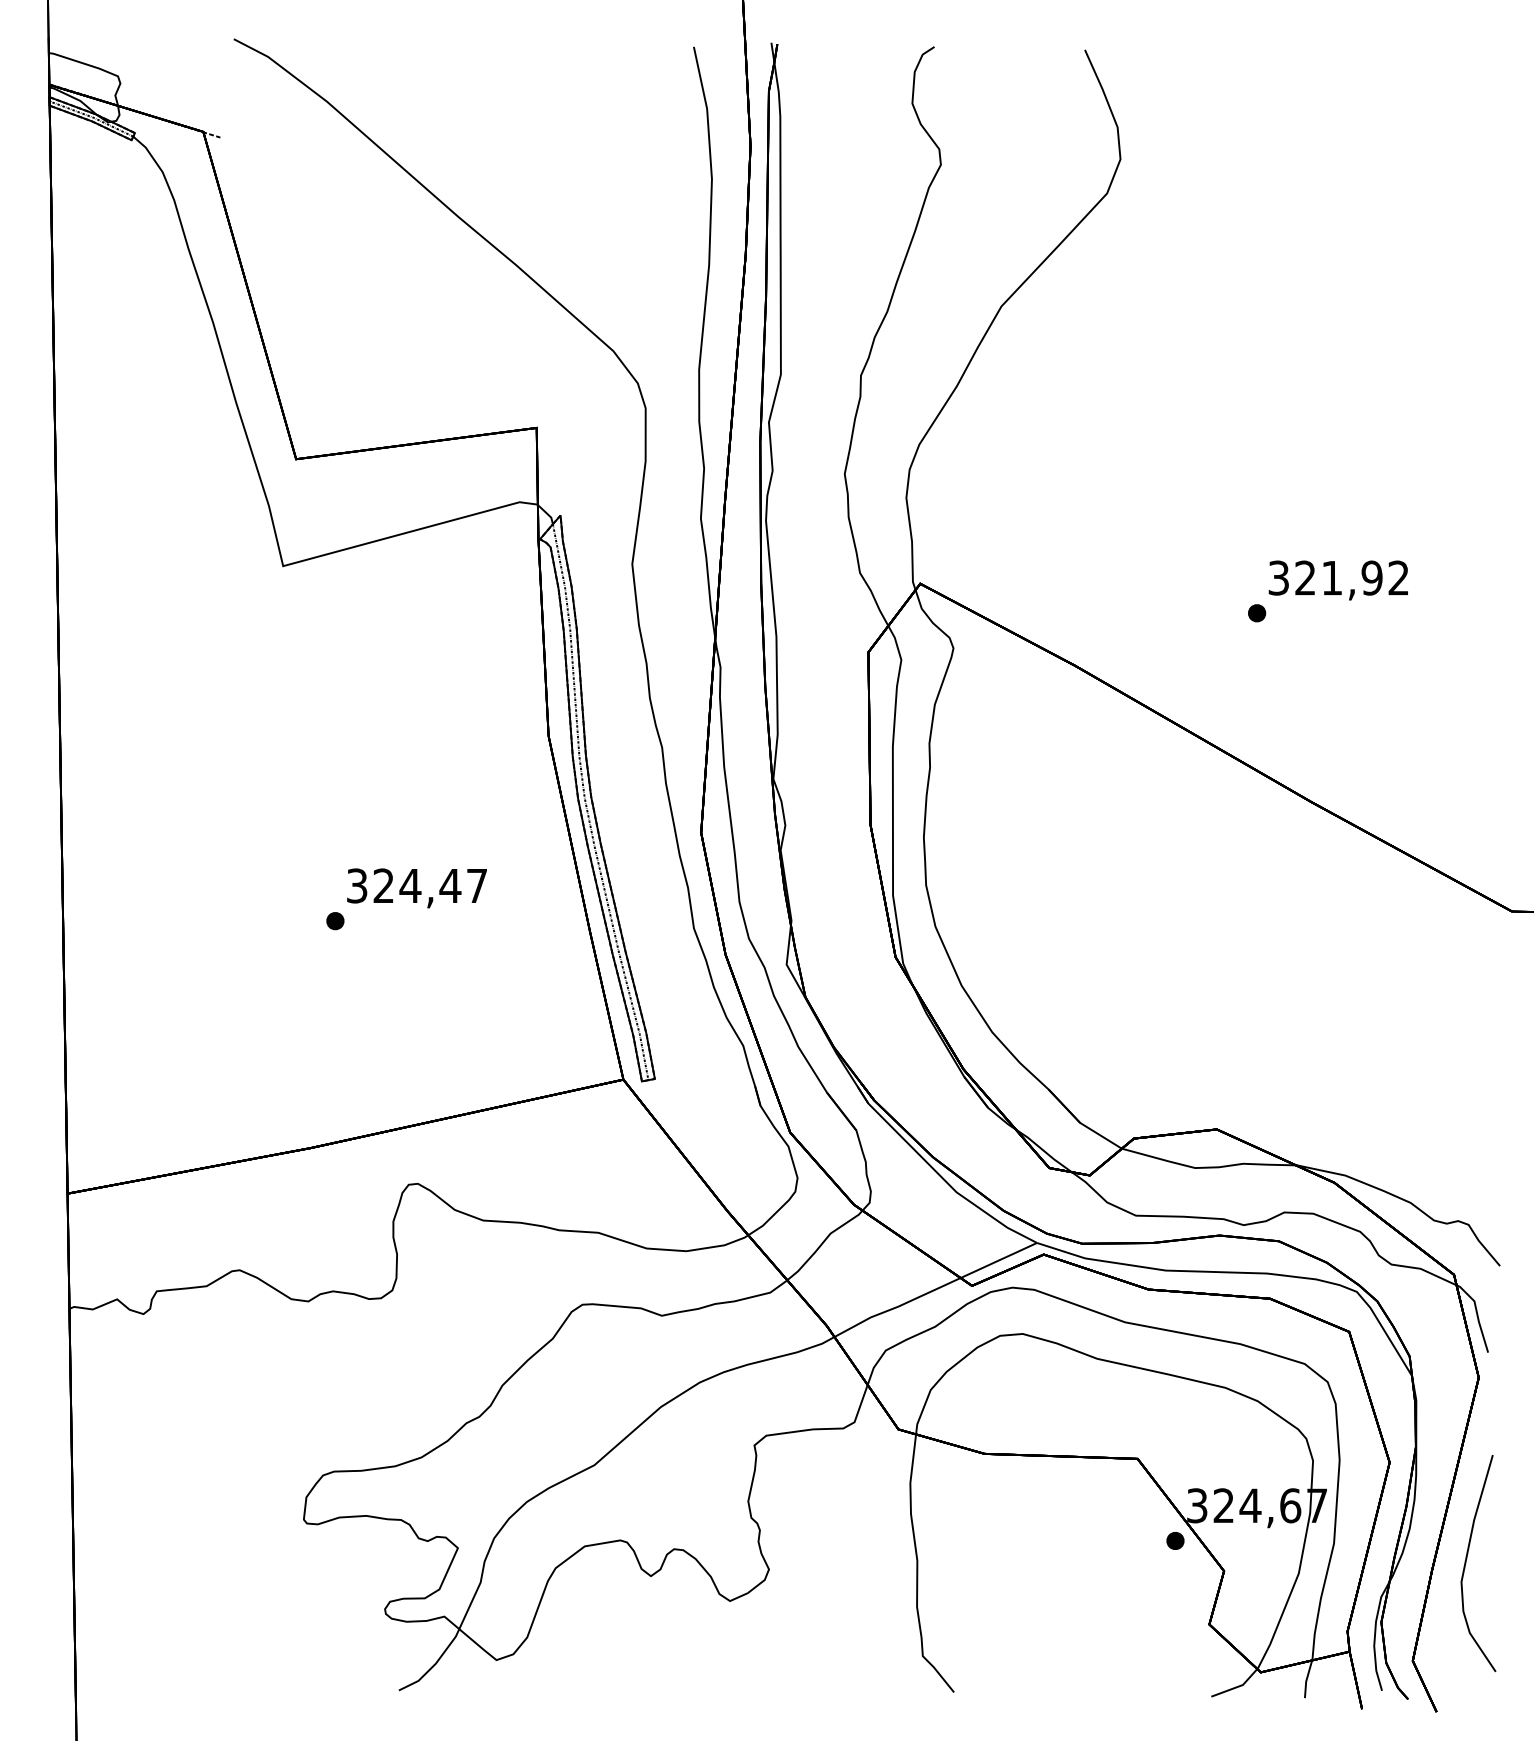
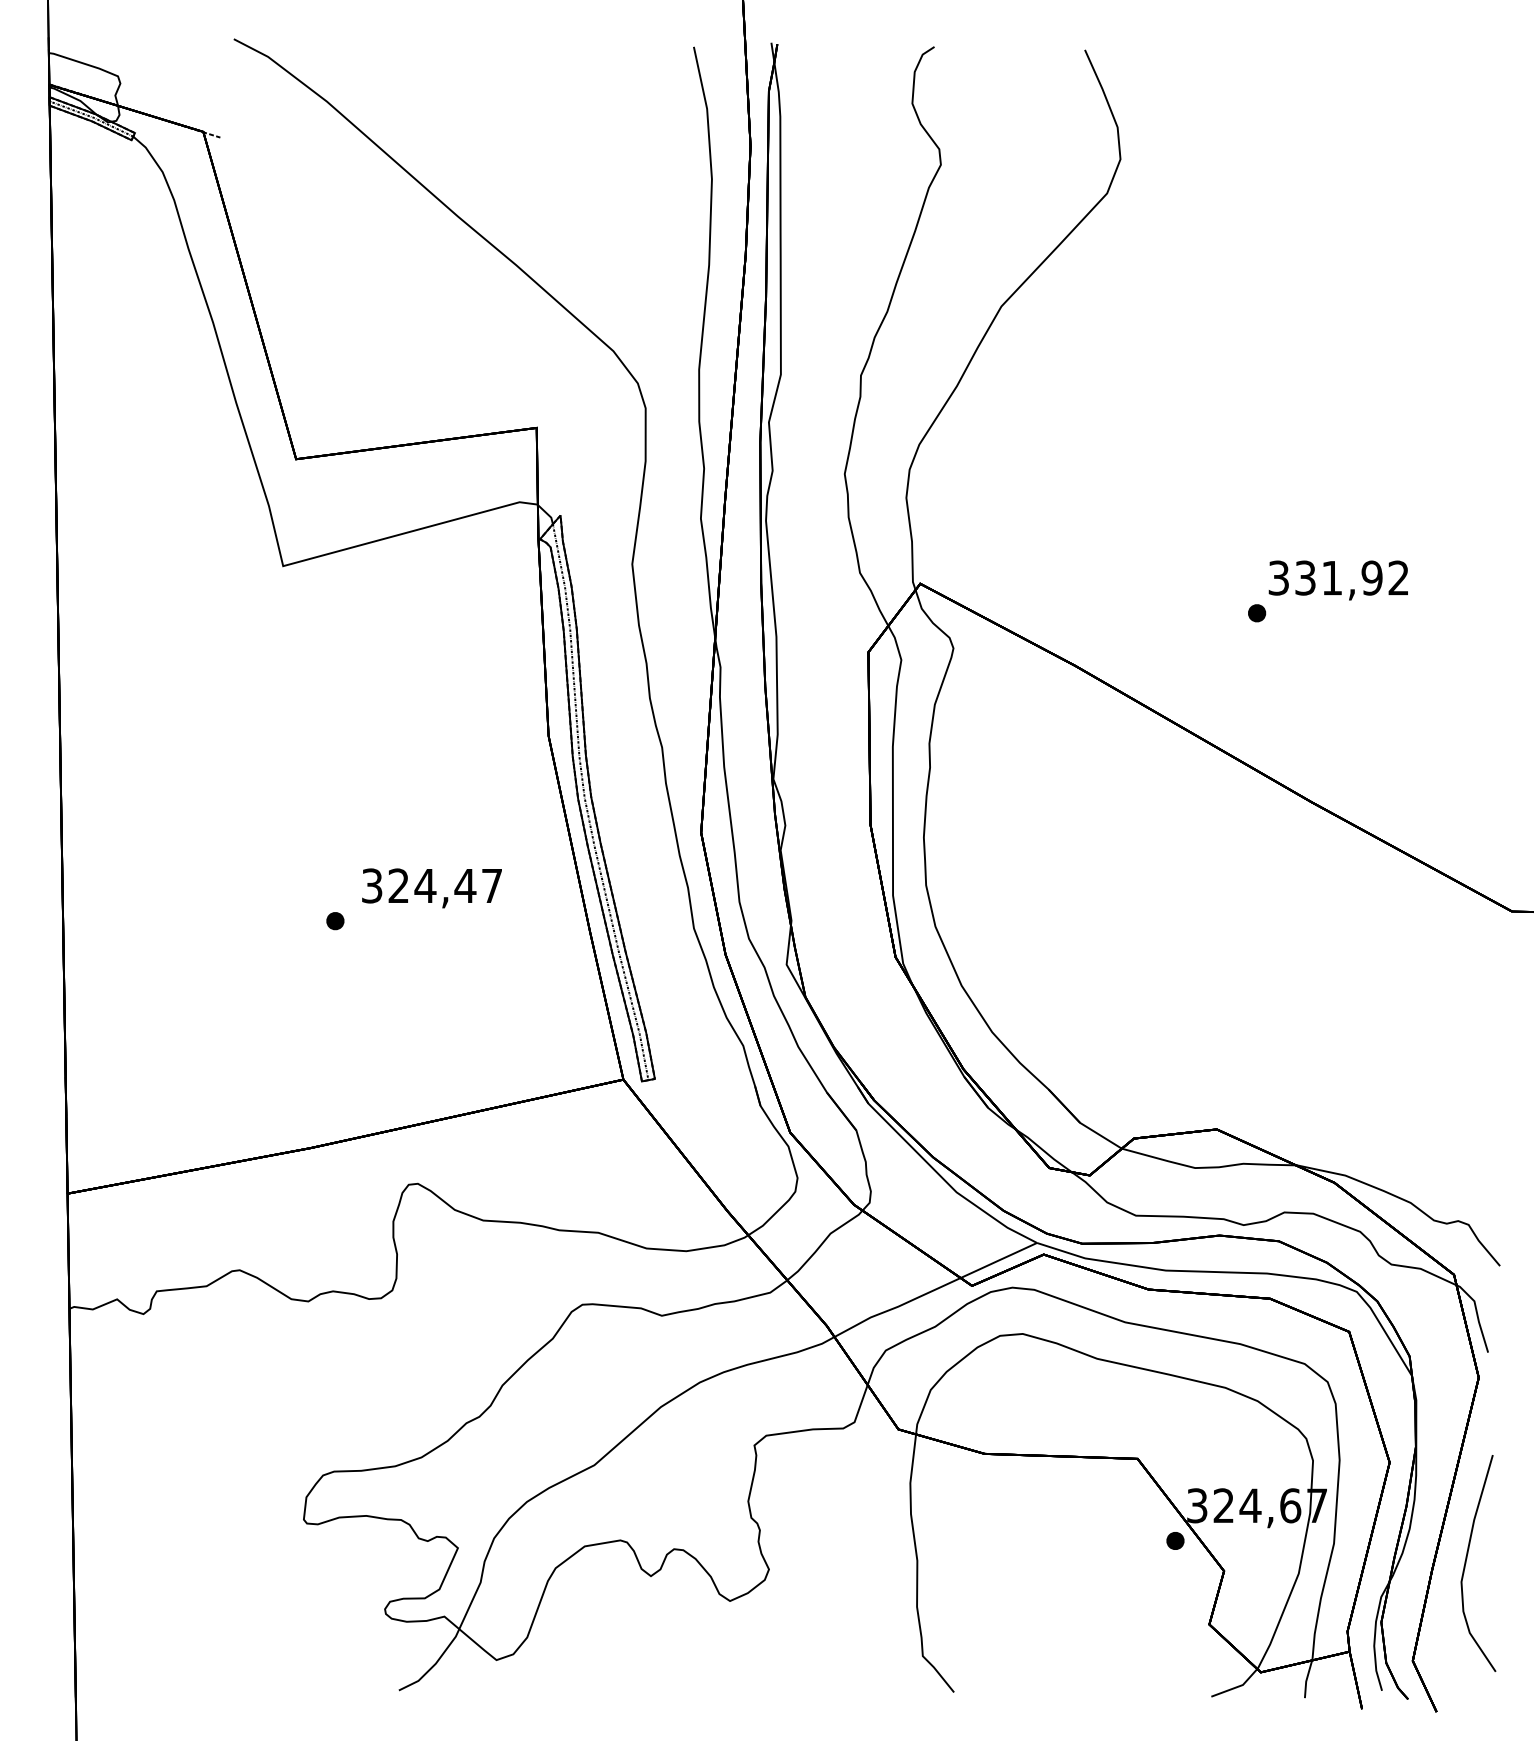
text at (1305, 577): 321,92 -> 331,92
text at (416, 888) position: (416, 888) -> (431, 888)
